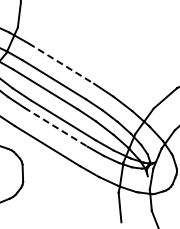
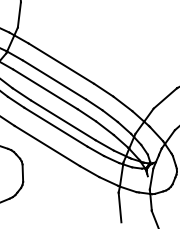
line at (61, 63): dashed -> solid
line at (56, 127): dashed -> solid
